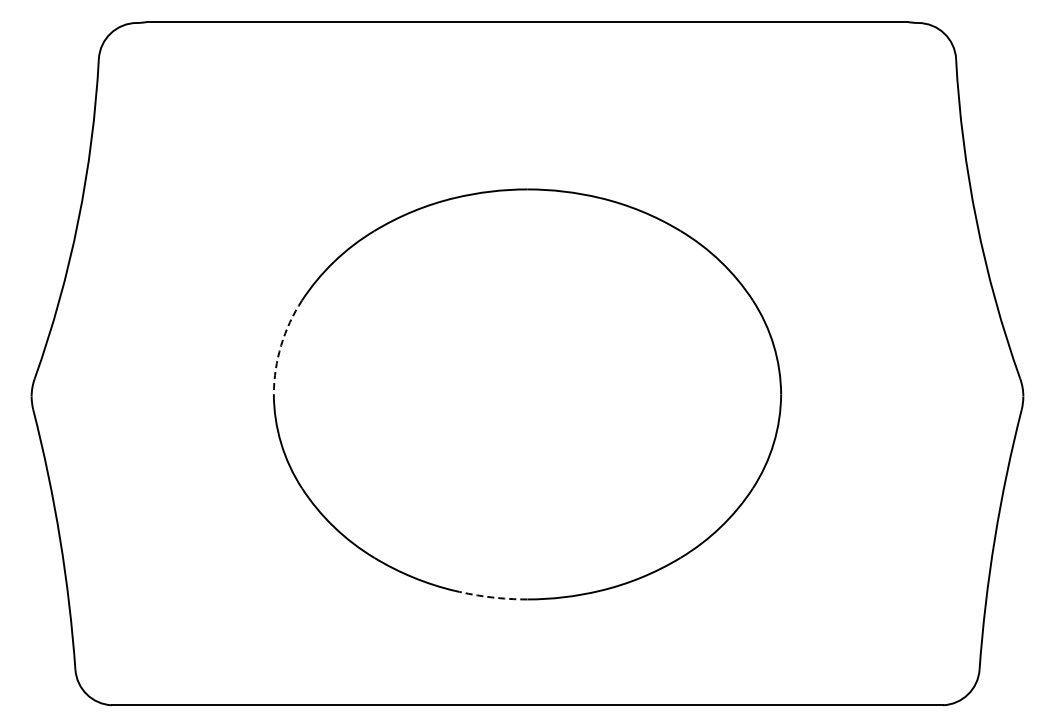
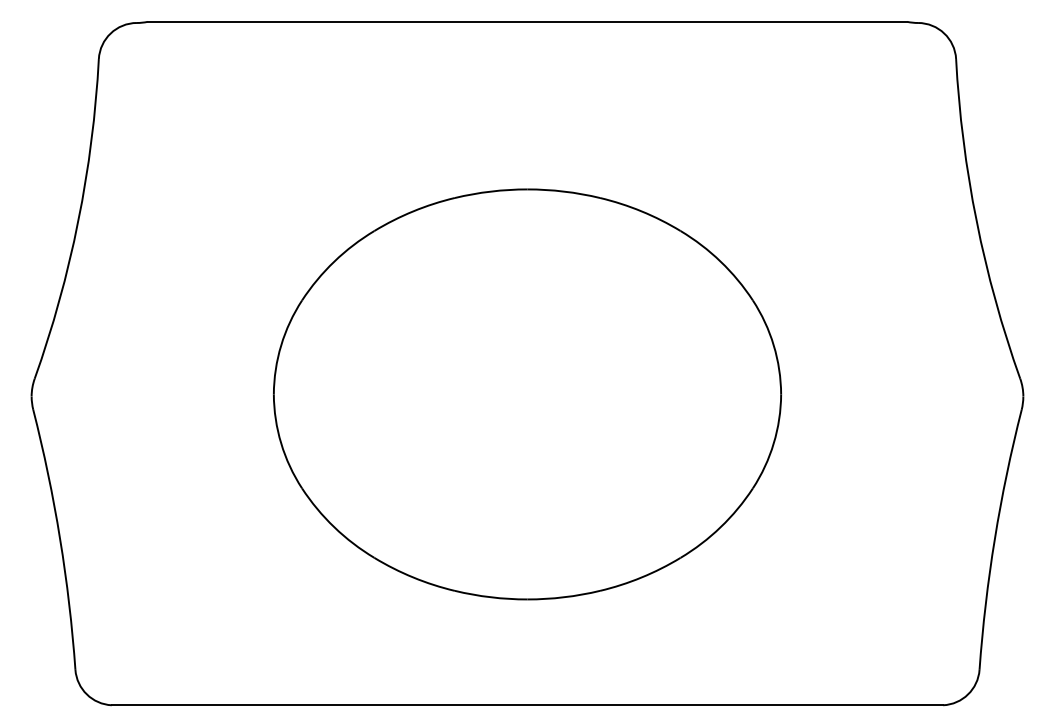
arc at (281, 345): dashed -> solid
arc at (490, 597): dashed -> solid
